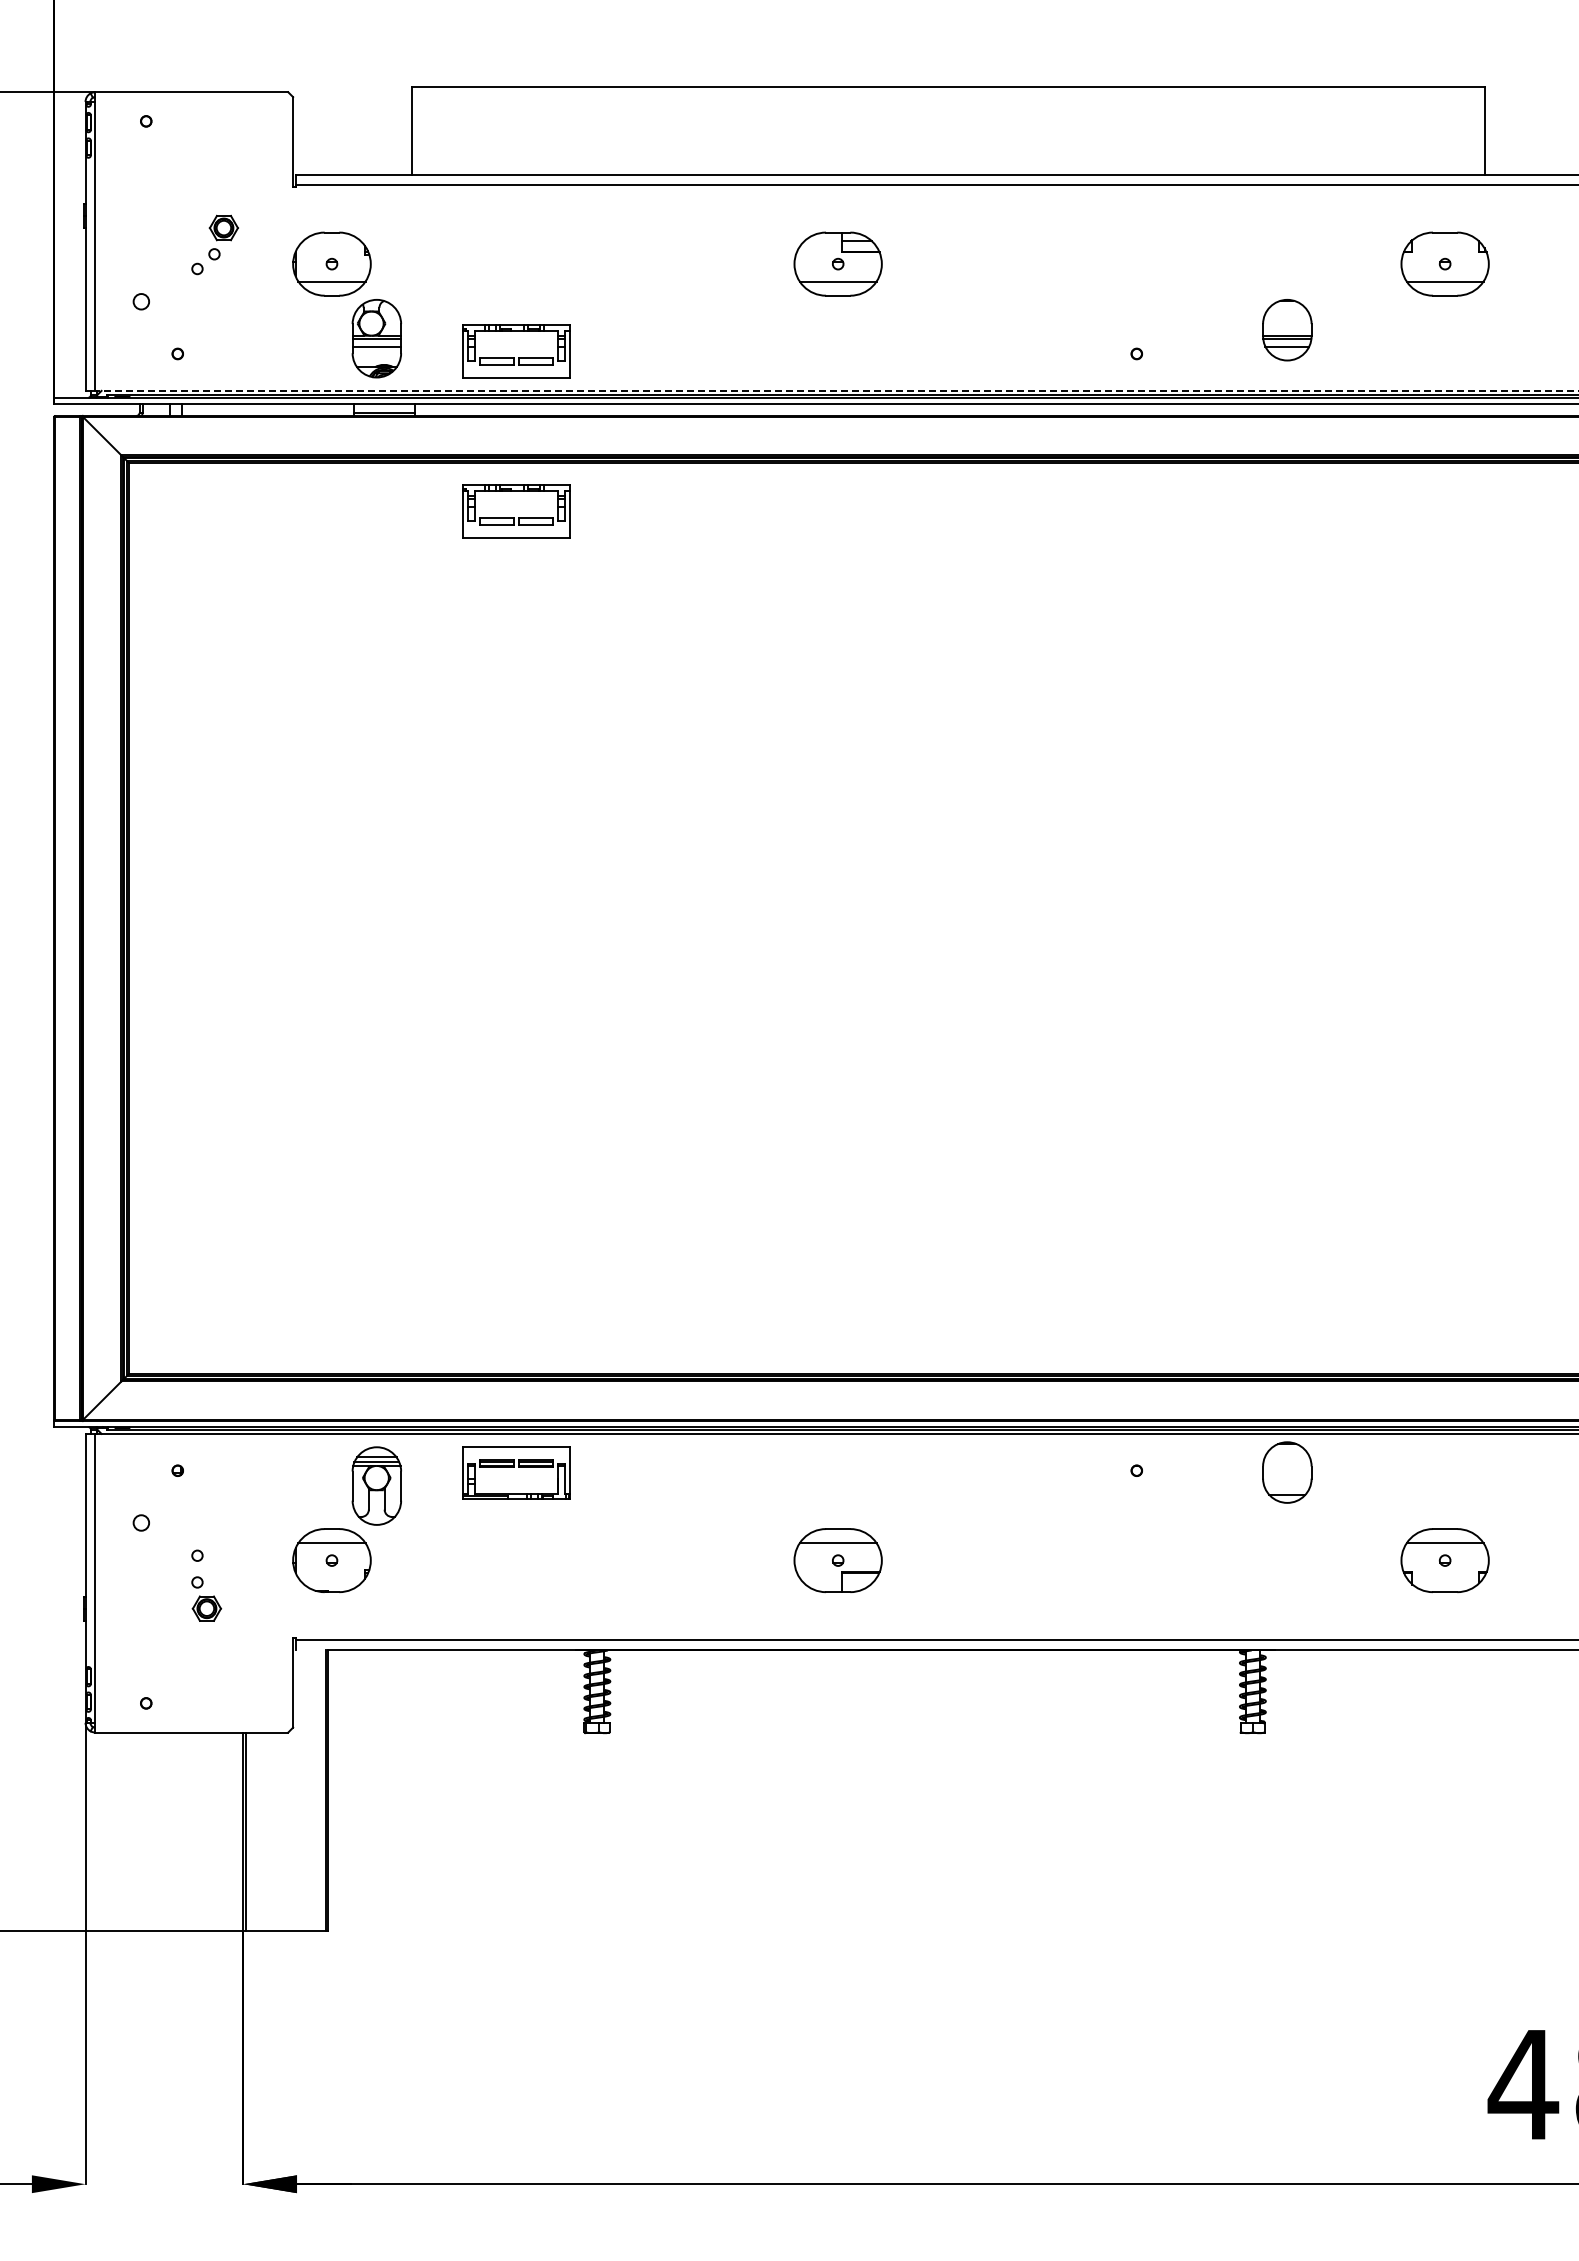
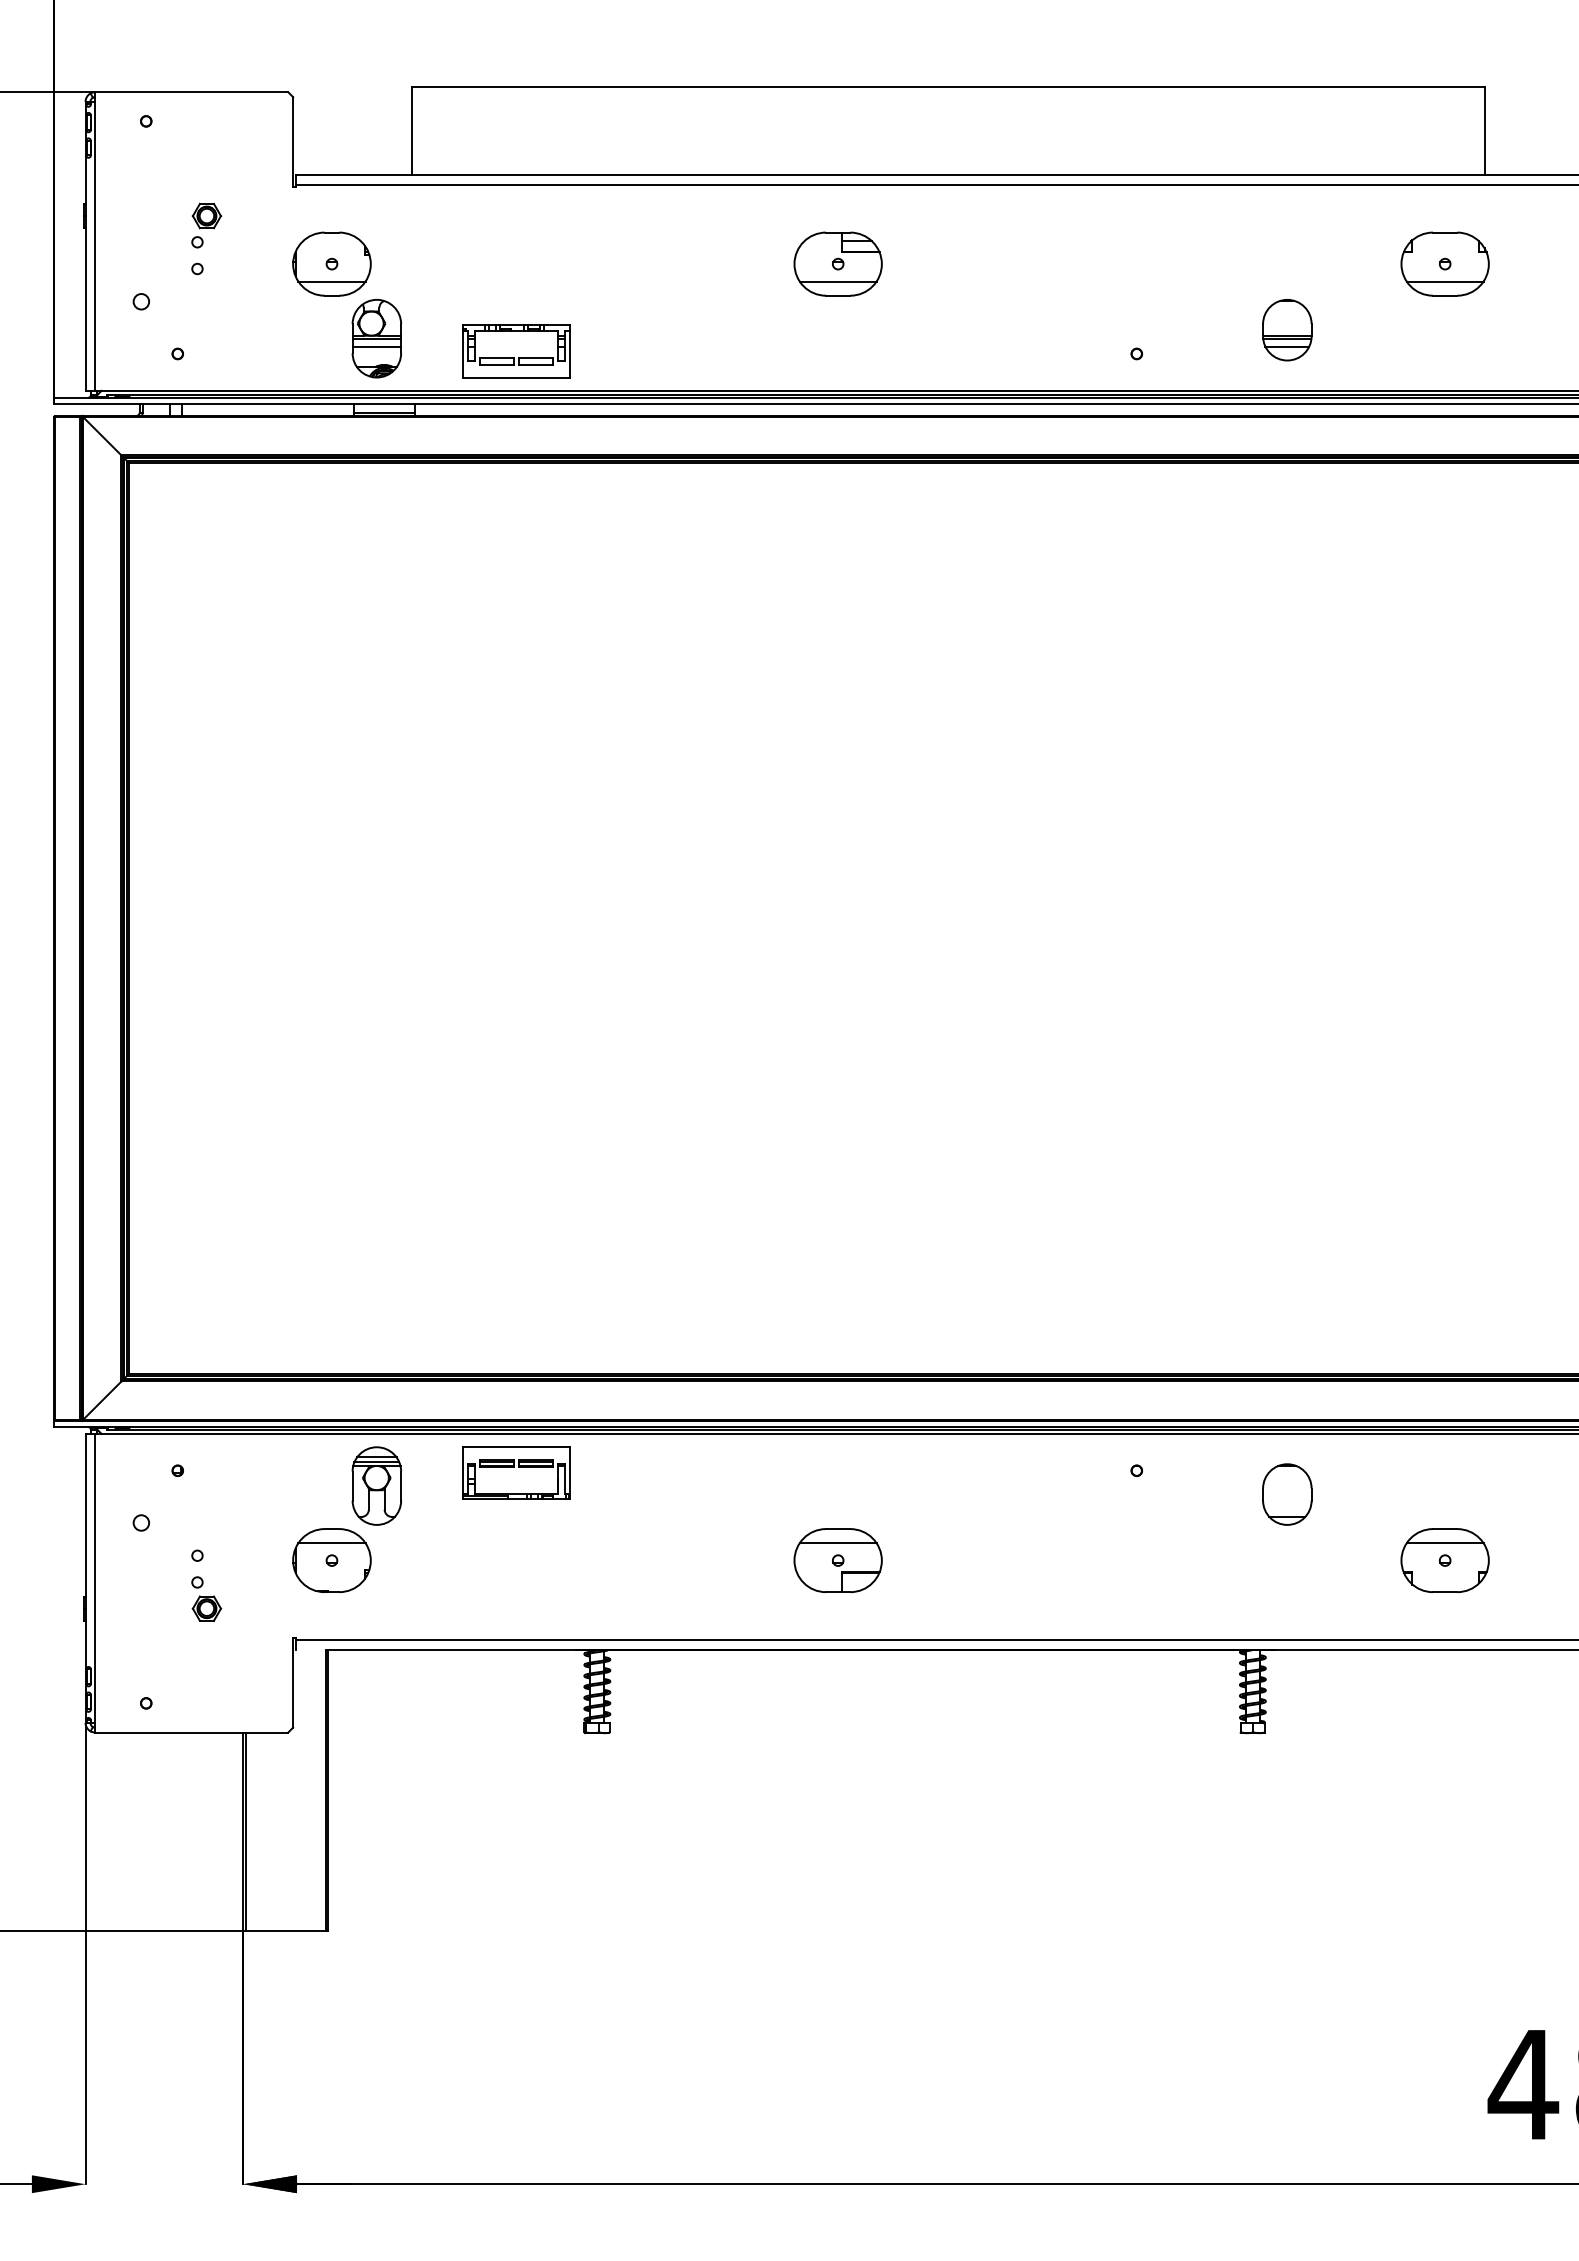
part at (223, 237) position: (223, 237) -> (206, 225)
line at (836, 390): dashed -> solid
part at (516, 511): present -> none
part at (1287, 1472) position: (1287, 1472) -> (1287, 1494)
